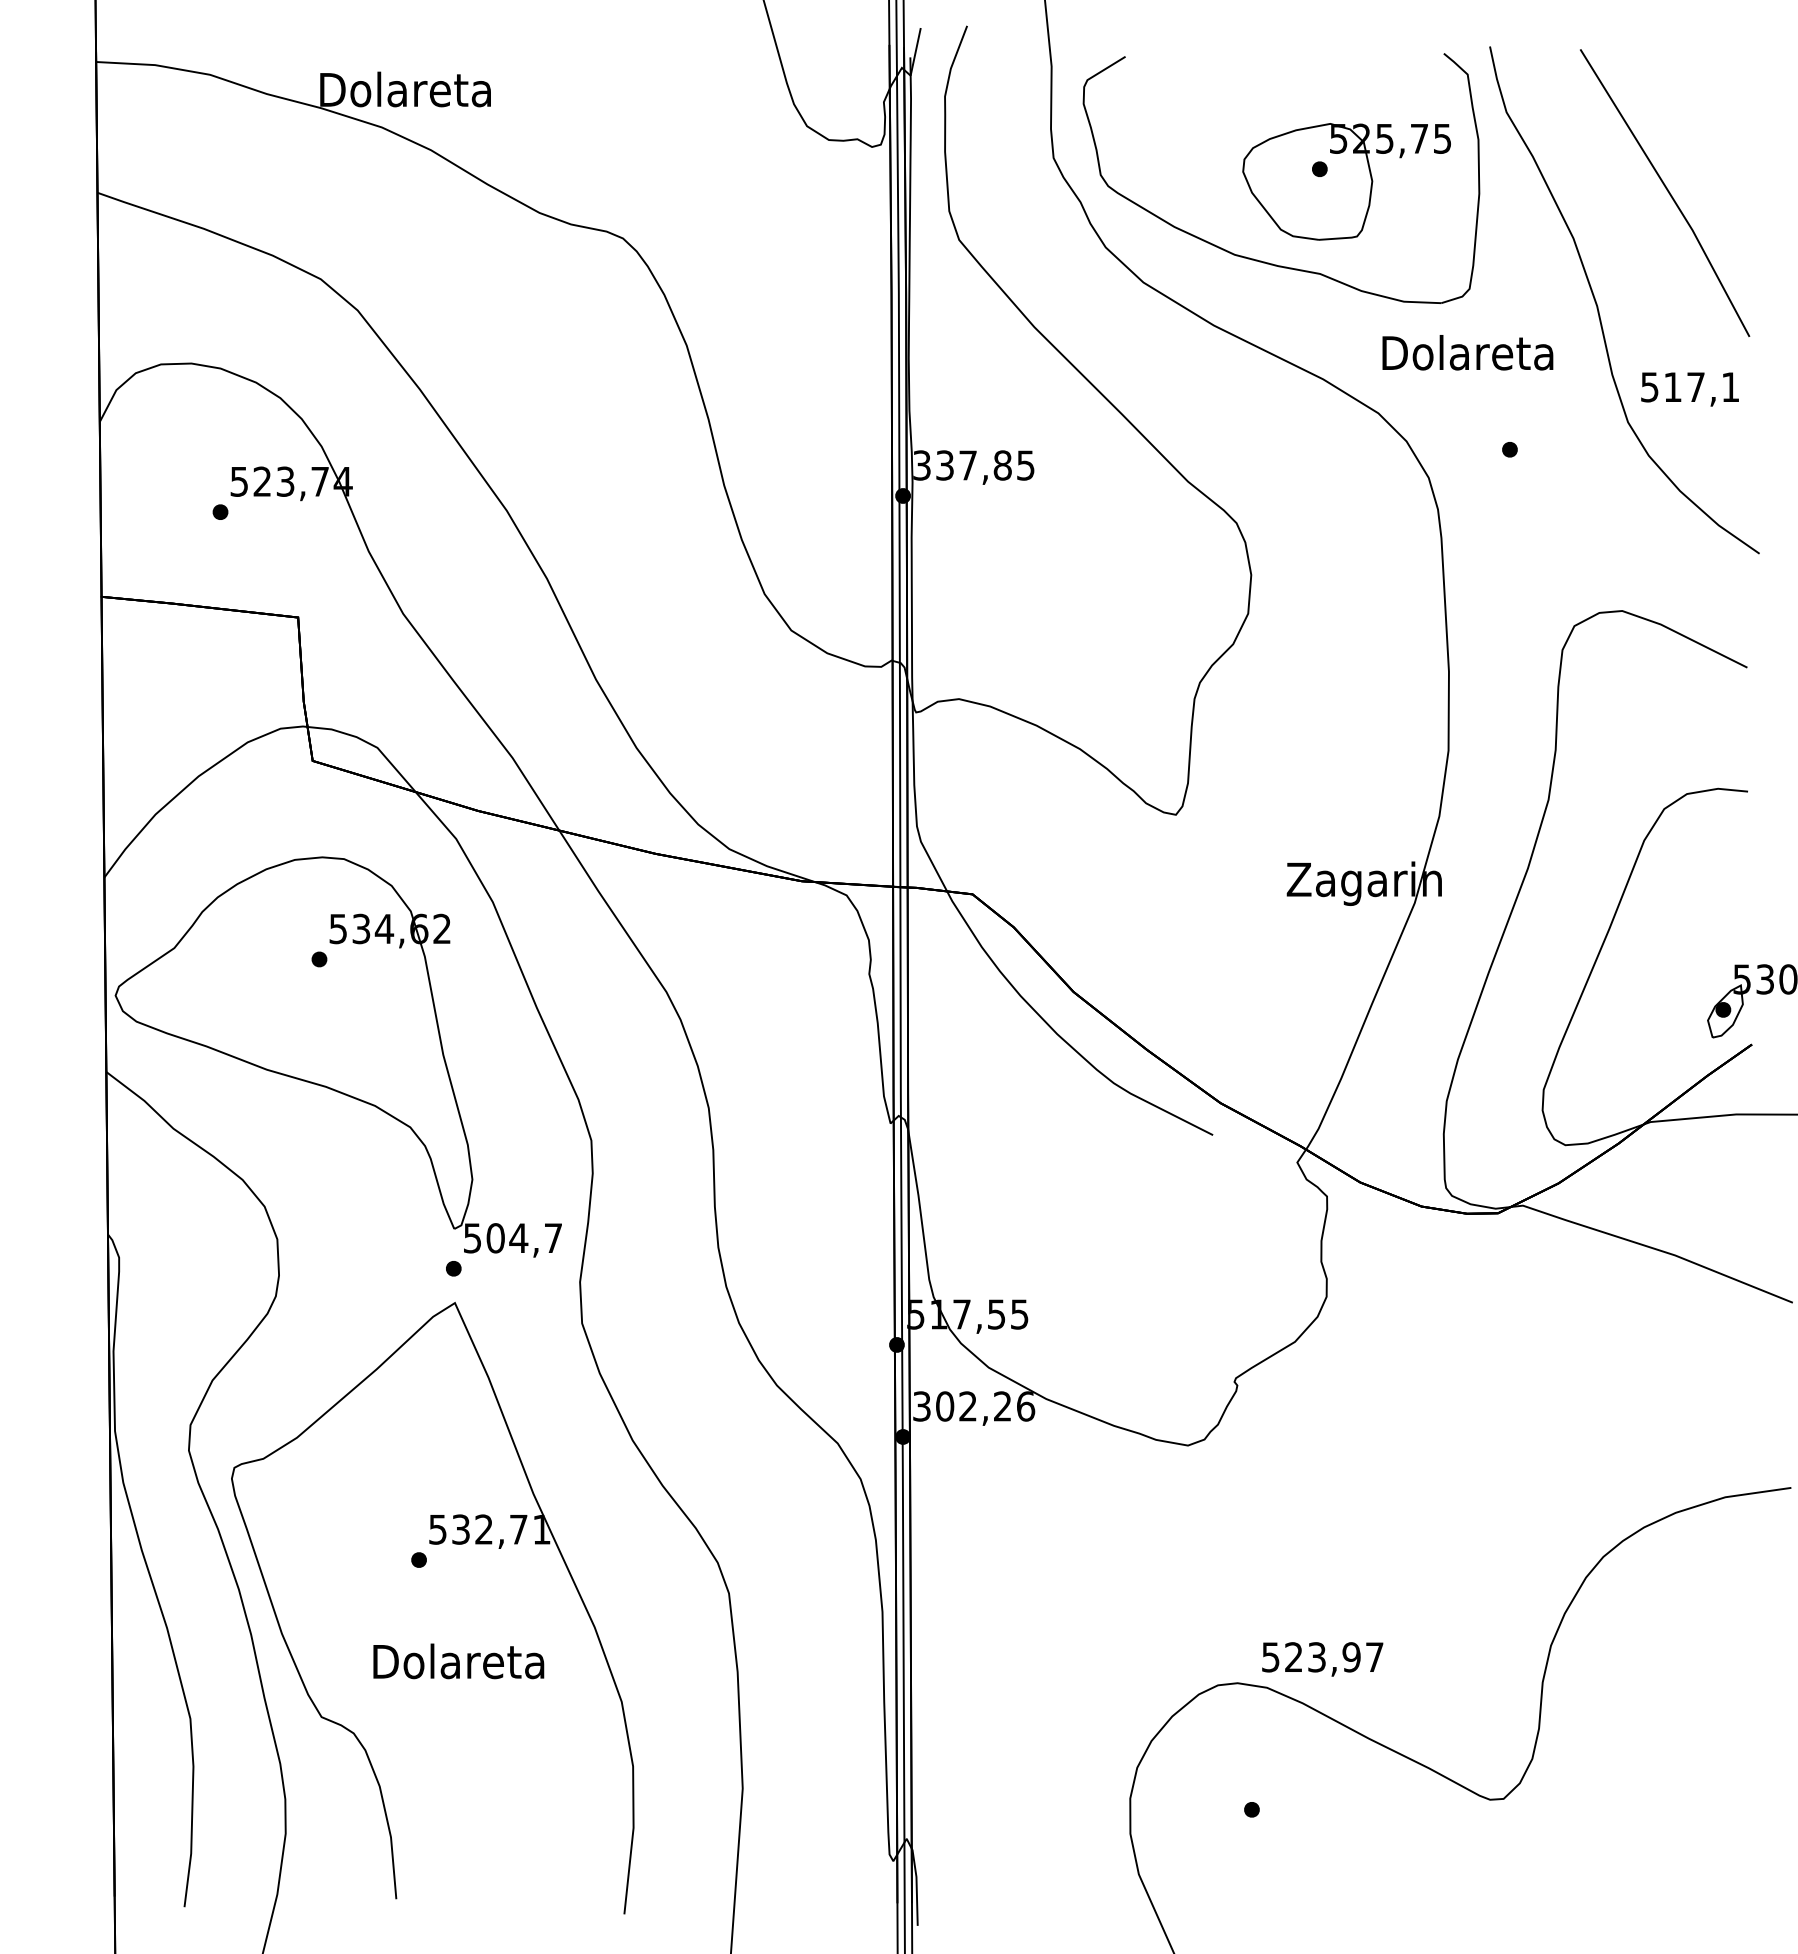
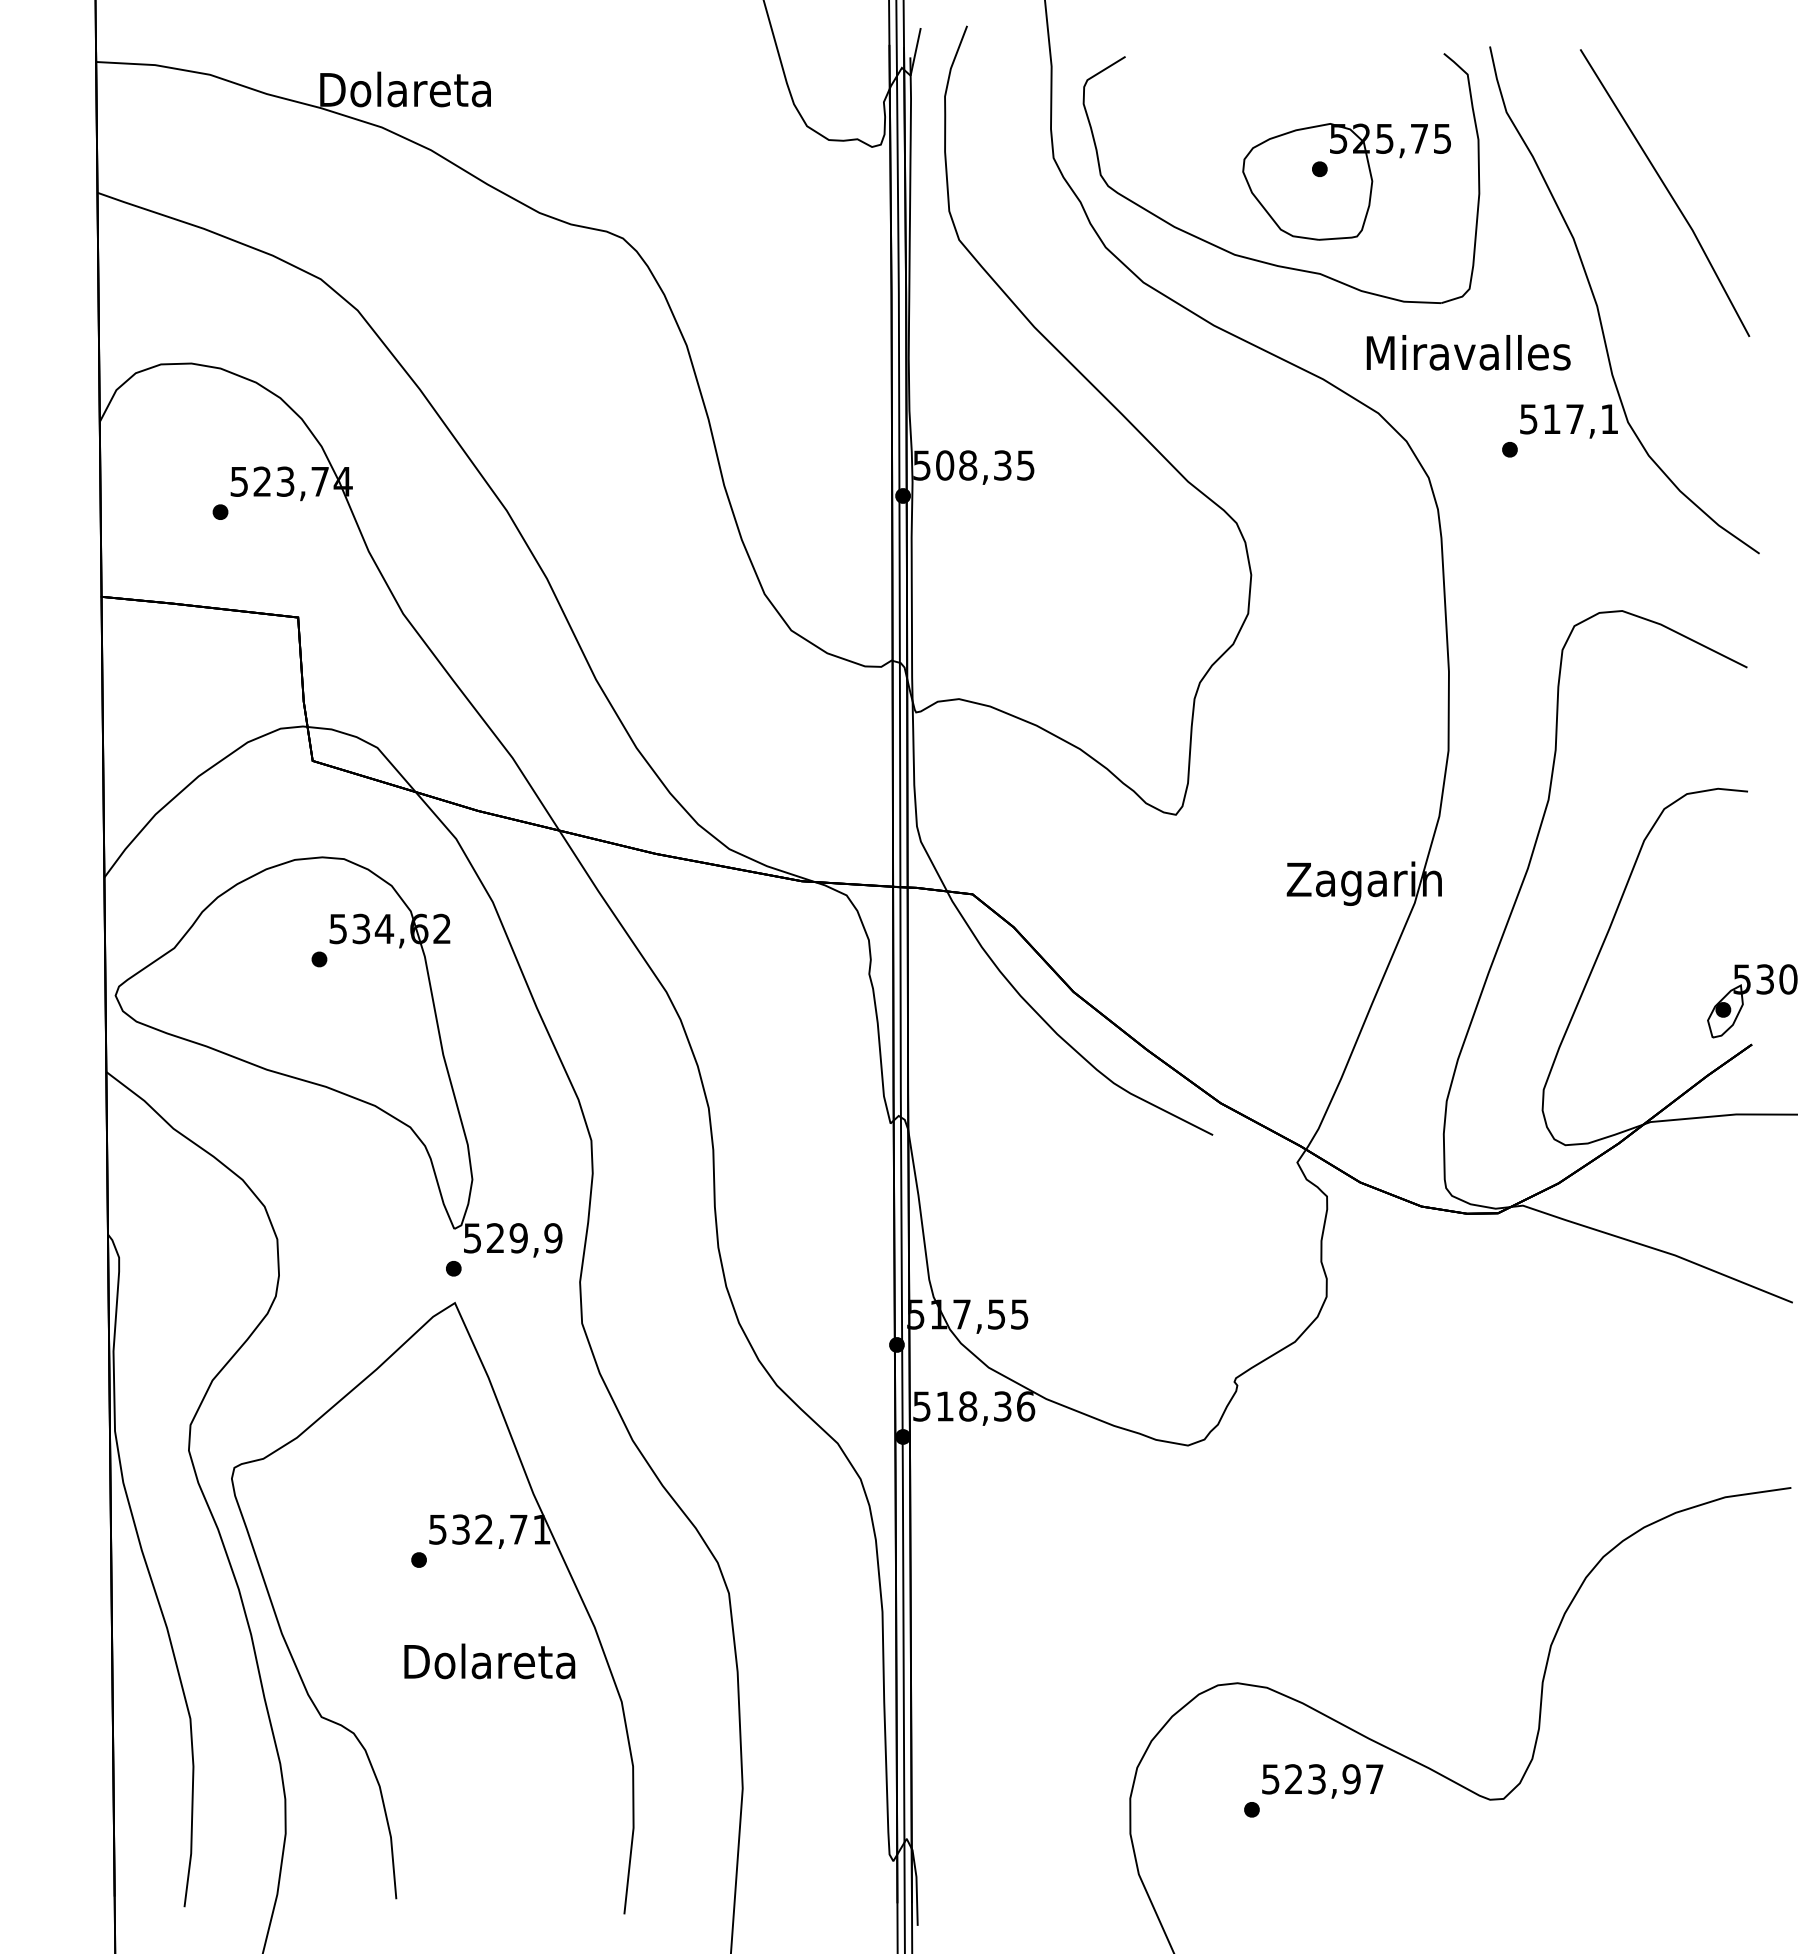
text at (1468, 352): Dolareta -> Miravalles
text at (1689, 389) position: (1689, 389) -> (1568, 421)
text at (962, 465): 337,85 -> 508,35
text at (524, 1238): 504,7 -> 529,9
text at (962, 1406): 302,26 -> 518,36
text at (1322, 1659) position: (1322, 1659) -> (1322, 1781)
text at (458, 1661) position: (458, 1661) -> (489, 1661)
